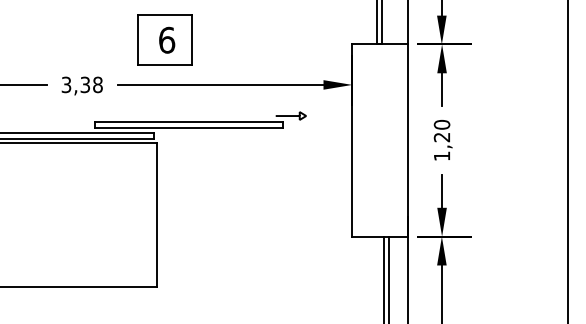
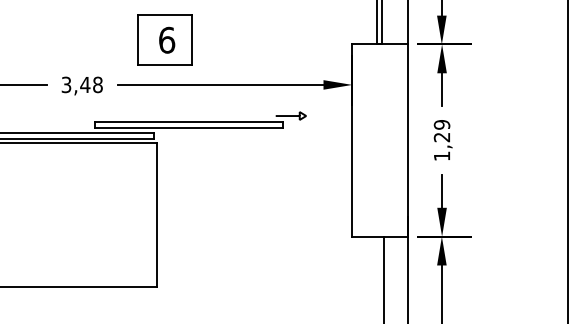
text at (85, 84): 3,38 -> 3,48
text at (442, 124): 1,20 -> 1,29
line at (389, 278): present -> none
